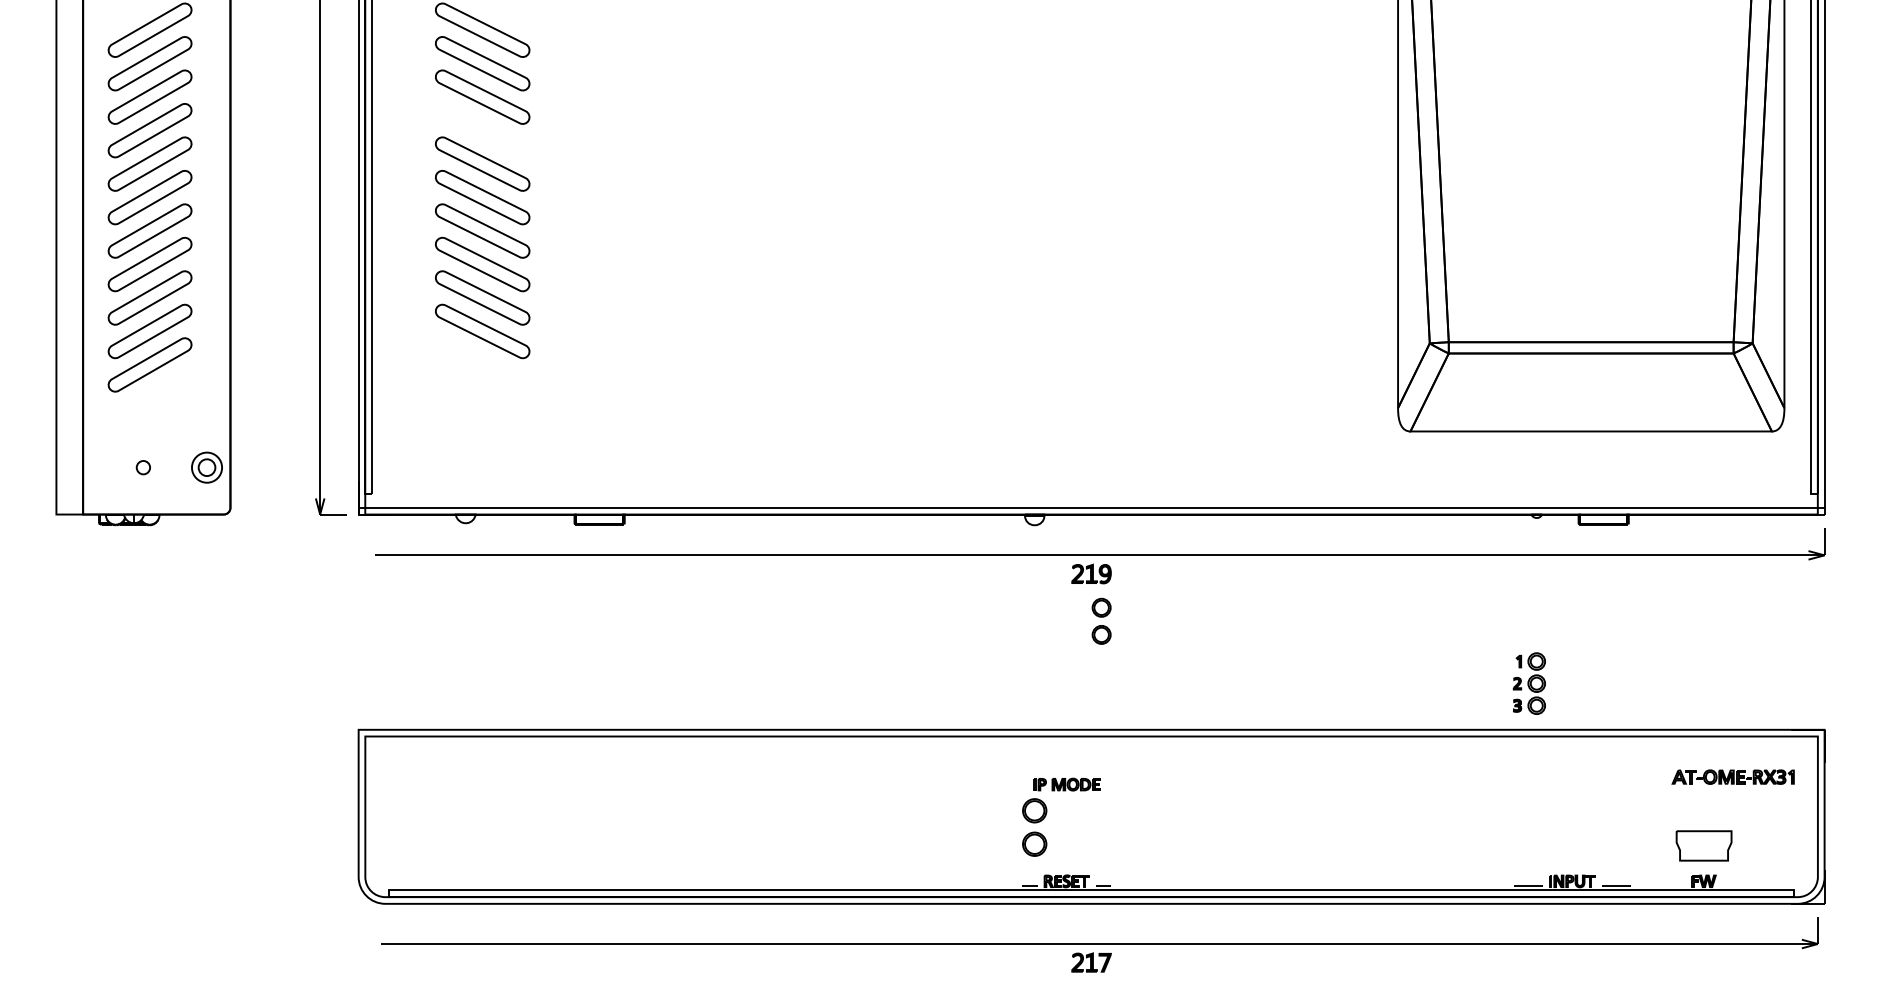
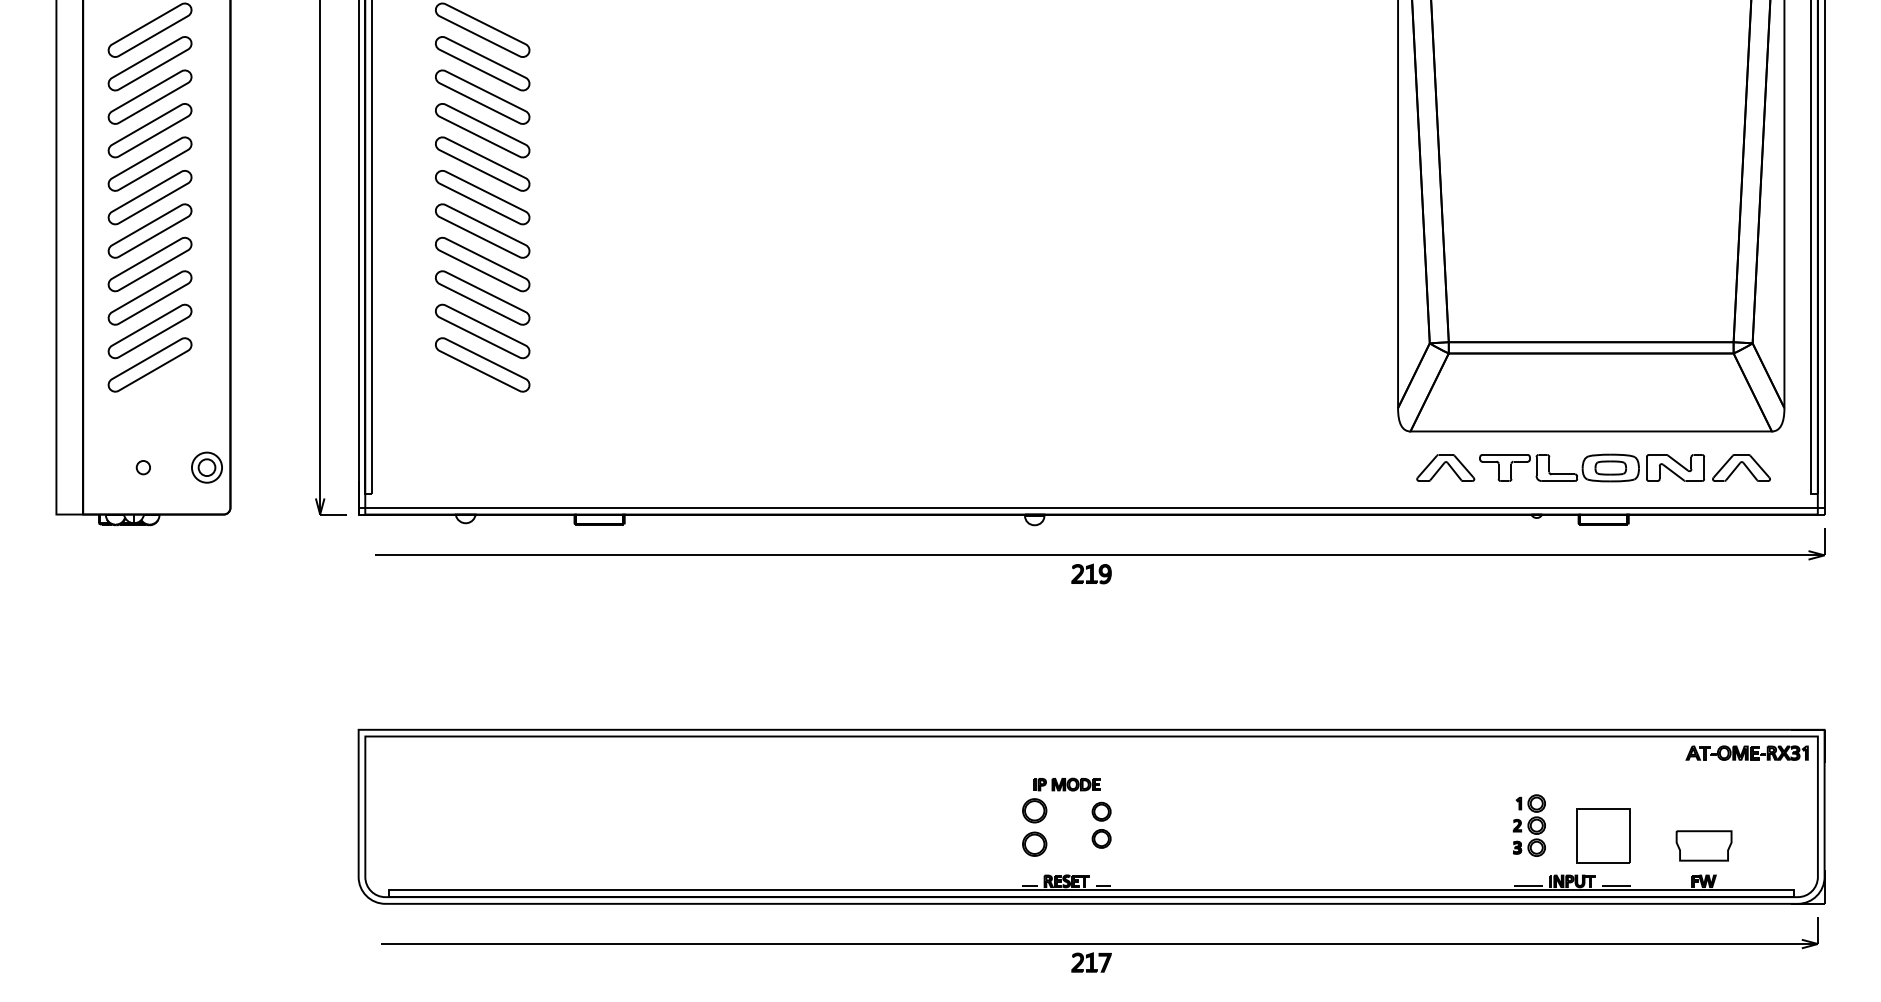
part at (482, 130): none -> present
part at (482, 364): none -> present
part at (1593, 467): none -> present
part at (1101, 620) position: (1101, 620) -> (1101, 824)
part at (1528, 683) position: (1528, 683) -> (1528, 825)
part at (1732, 776) position: (1732, 776) -> (1746, 752)
part at (1603, 835): none -> present
